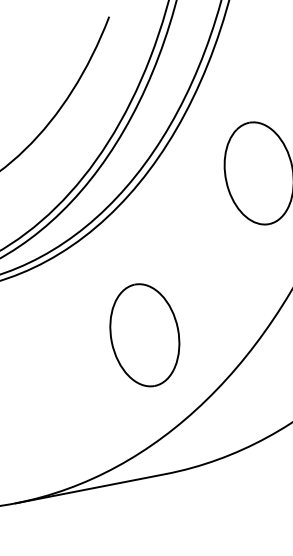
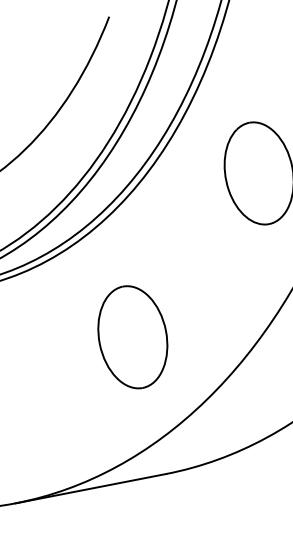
part at (144, 335) position: (144, 335) -> (132, 337)
